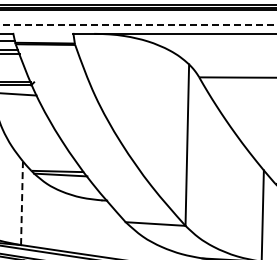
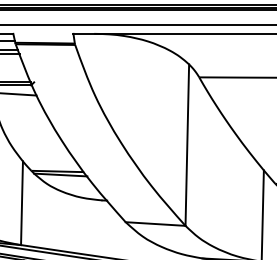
line at (138, 25): dashed -> solid
line at (22, 203): dashed -> solid
